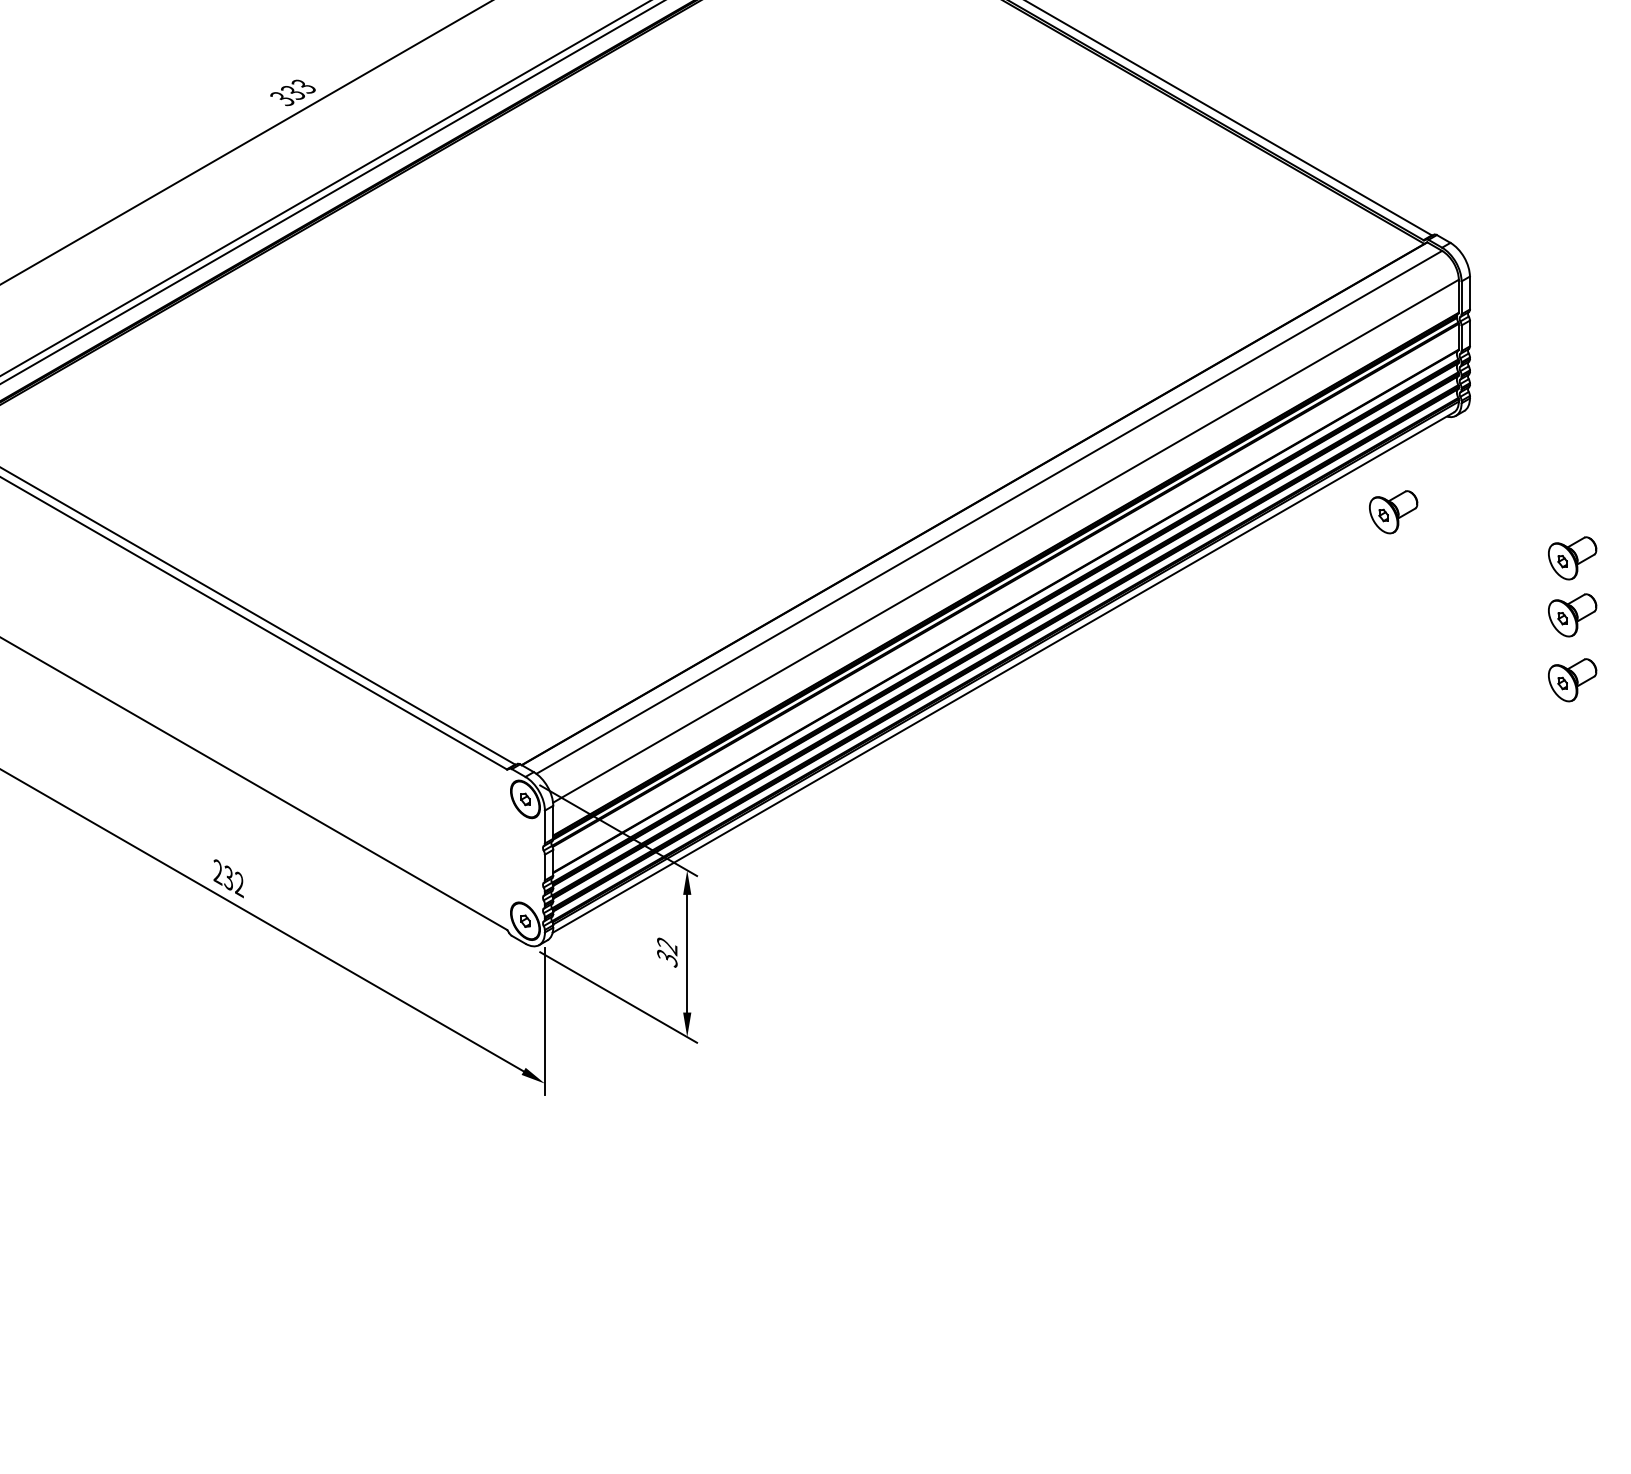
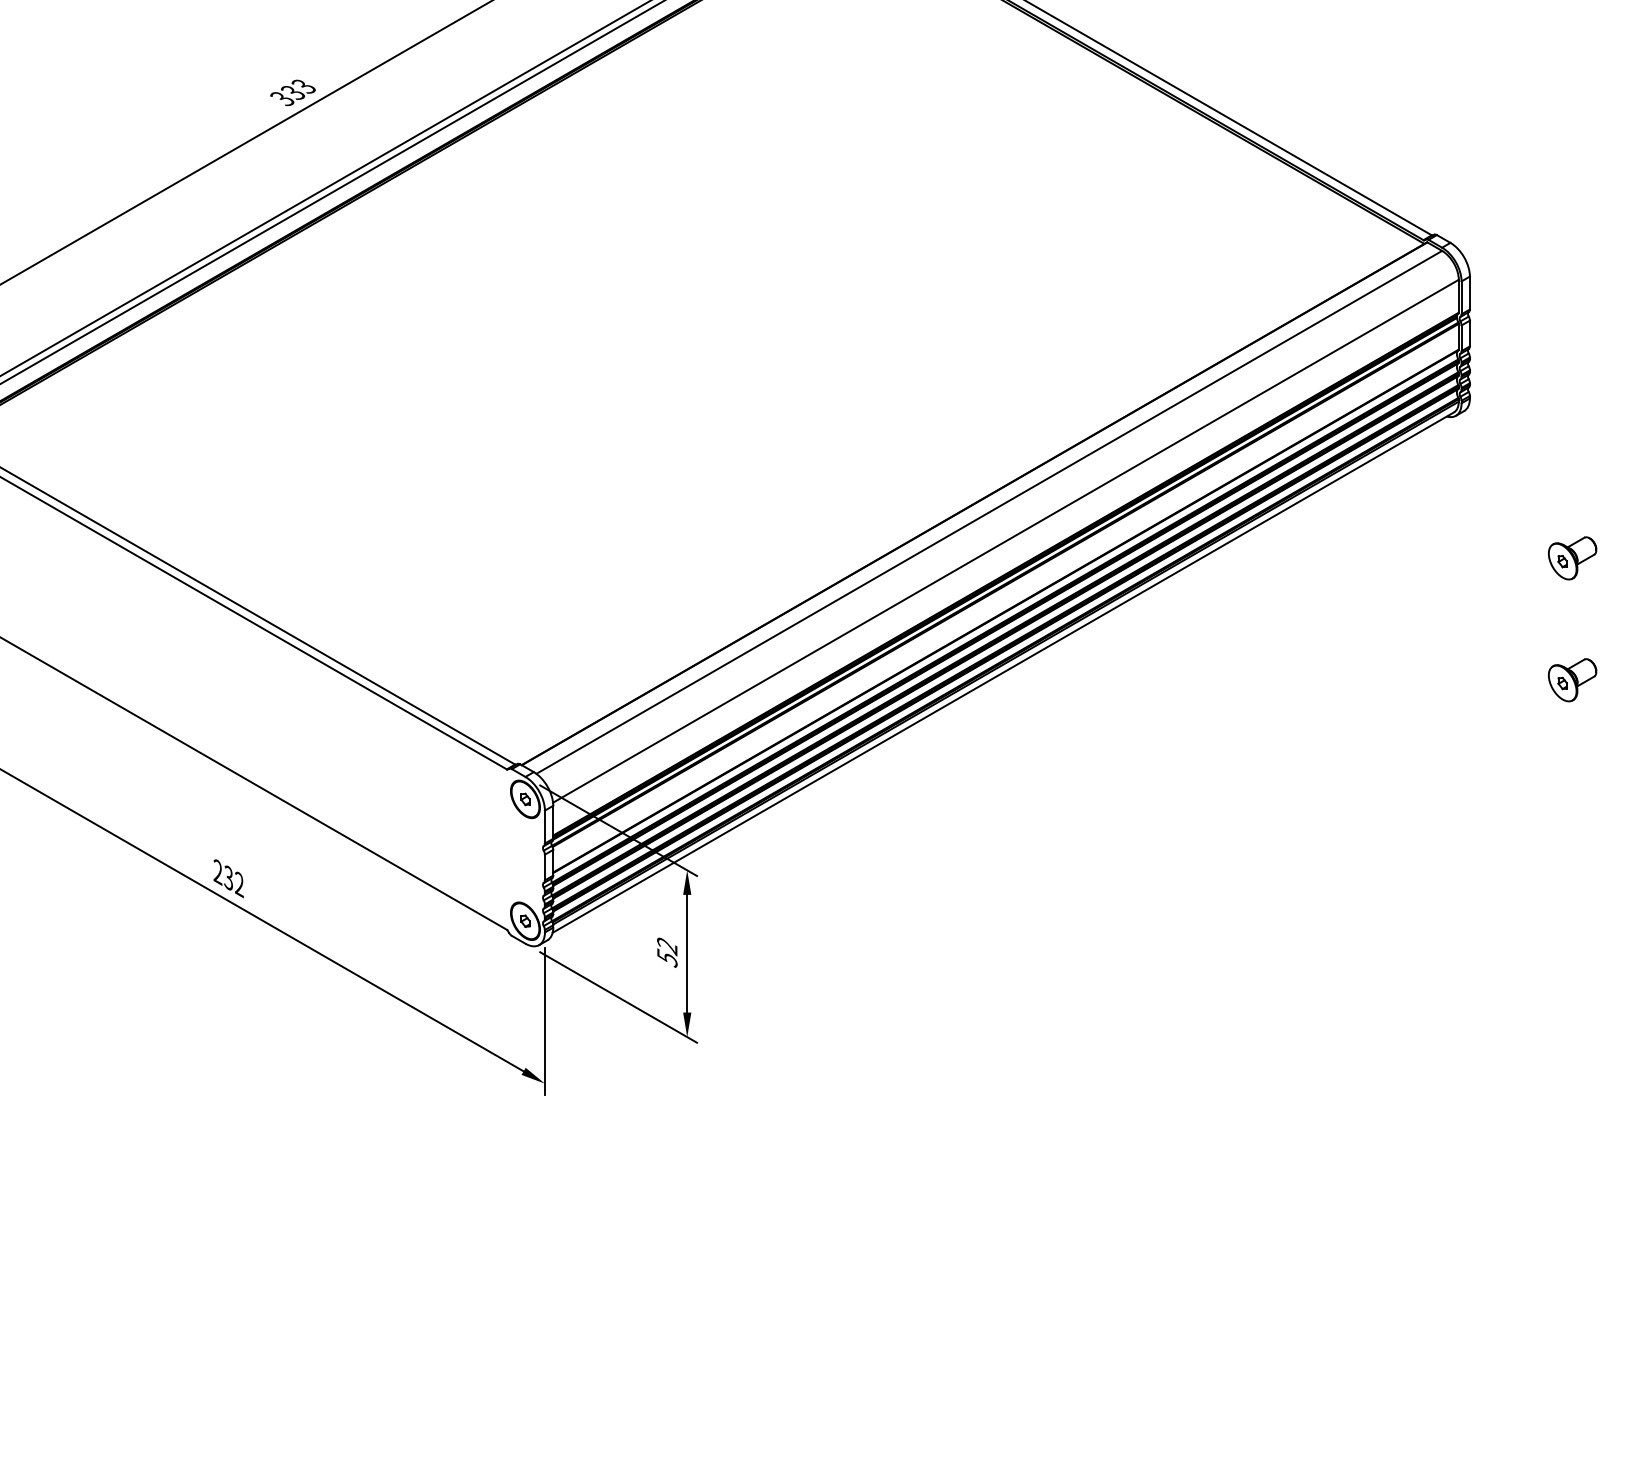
part at (1393, 512): present -> none
part at (1572, 615): present -> none
text at (666, 956): 32 -> 52
